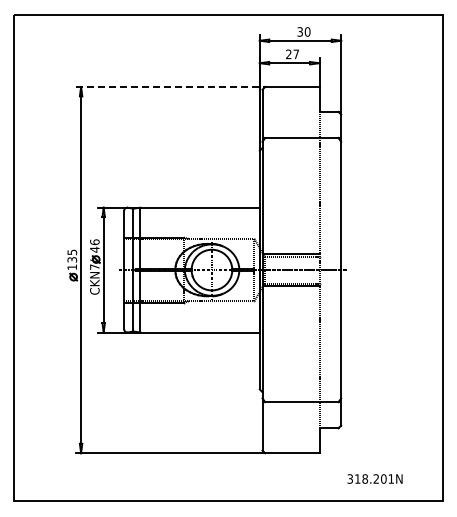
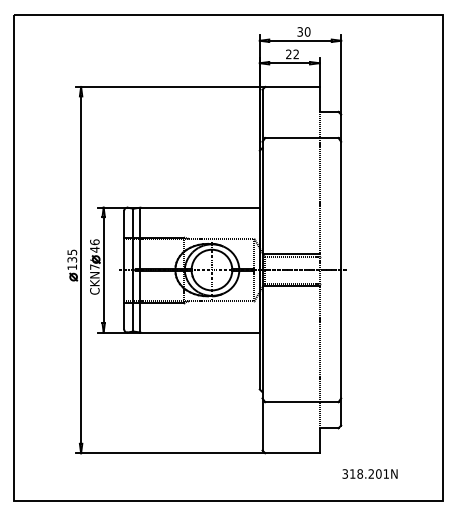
text at (295, 54): 27 -> 22
line at (170, 86): dashed -> solid
text at (374, 478) position: (374, 478) -> (369, 473)
